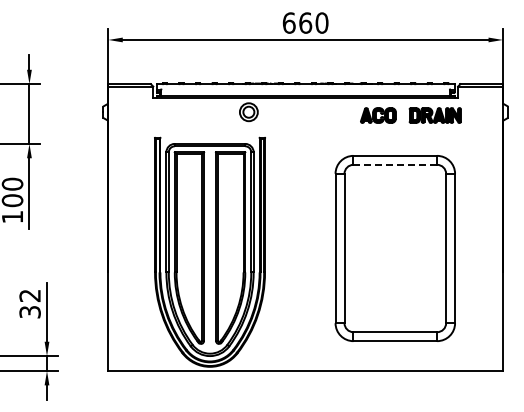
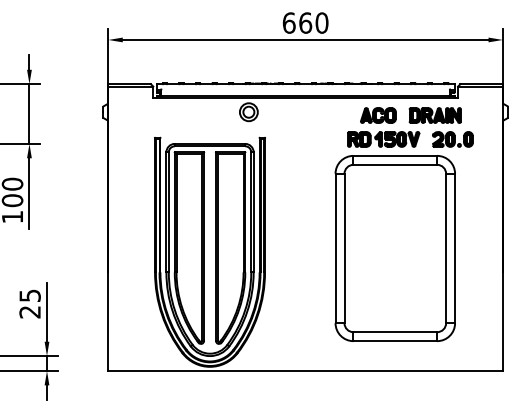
part at (383, 139): none -> present
part at (452, 139): none -> present
line at (395, 164): dashed -> solid
text at (29, 303): 32 -> 25
